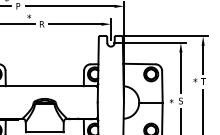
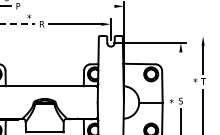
line at (69, 6): present -> none
line at (18, 24): solid -> dashed
line at (166, 36): present -> none
line at (180, 72): present -> none
